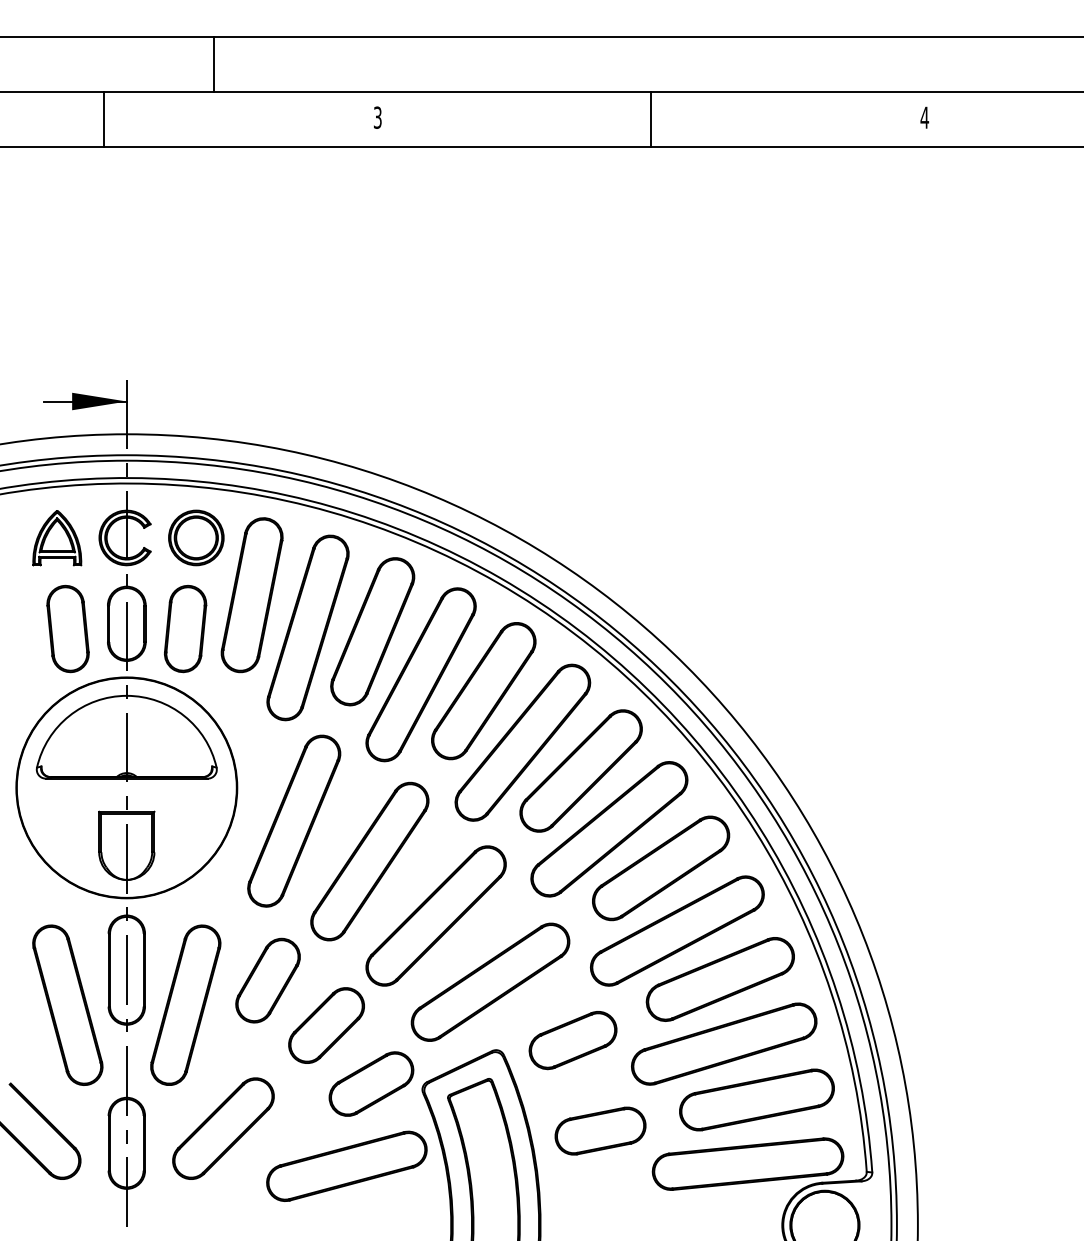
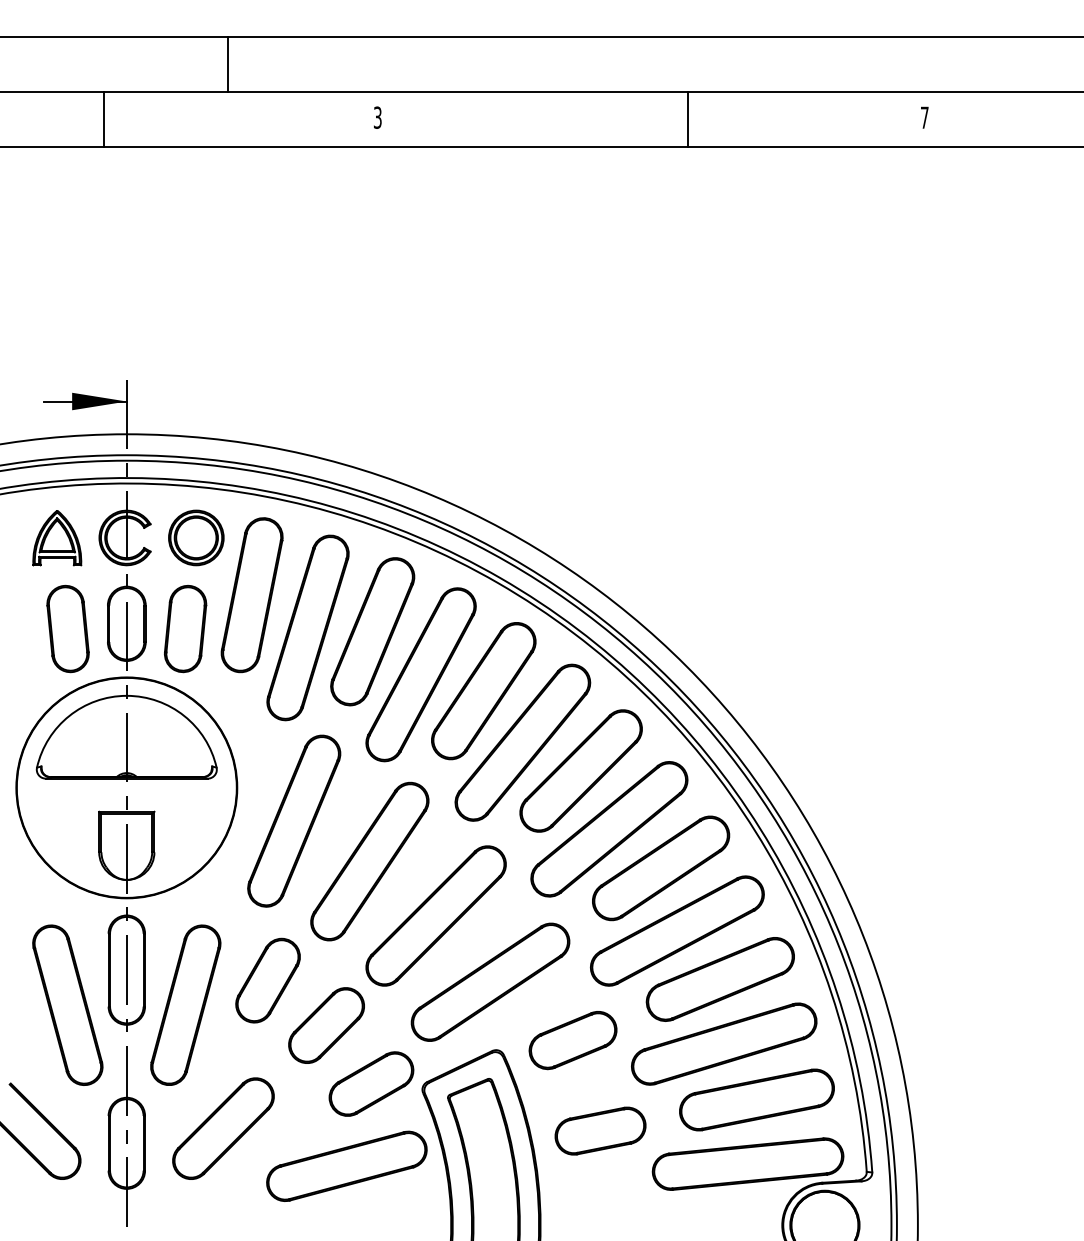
line at (213, 64) position: (213, 64) -> (227, 64)
text at (924, 117): 4 -> 7
line at (651, 118) position: (651, 118) -> (688, 118)
